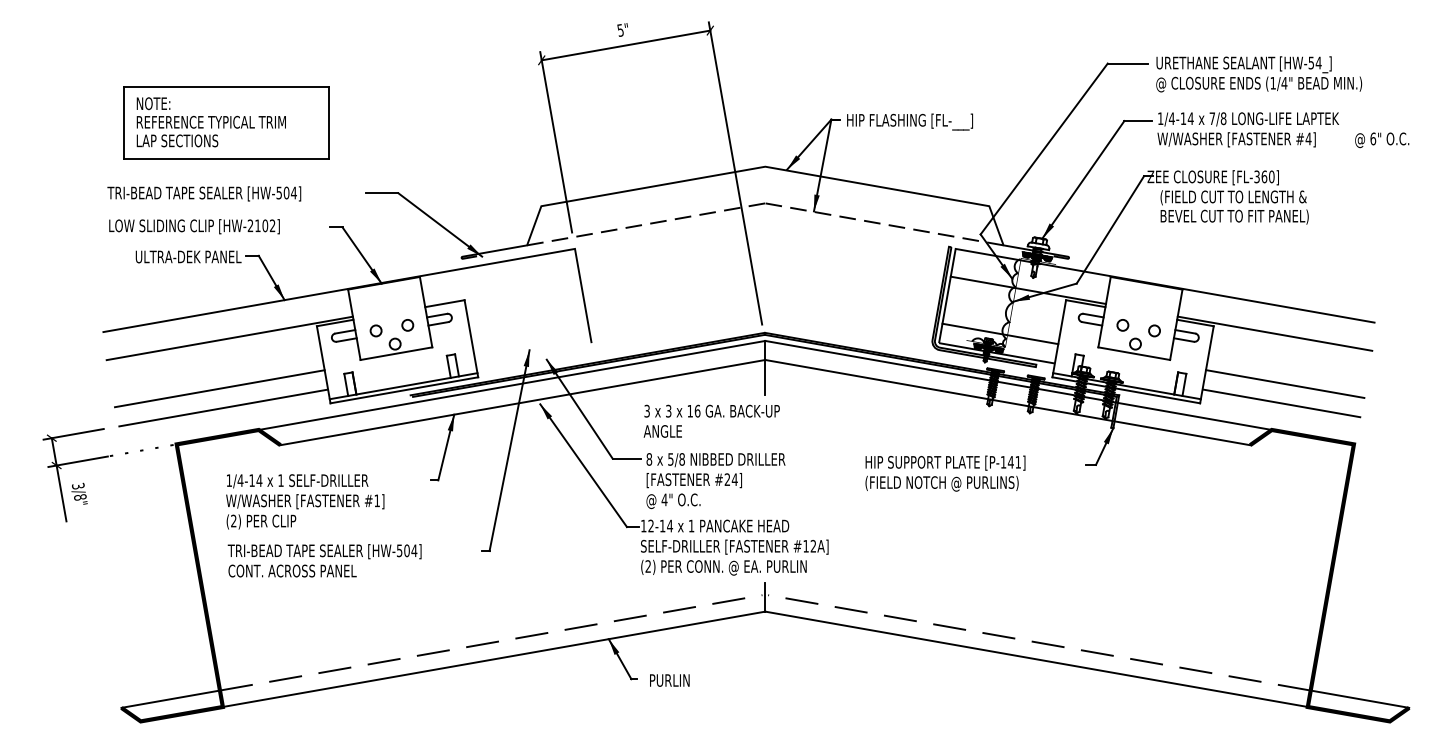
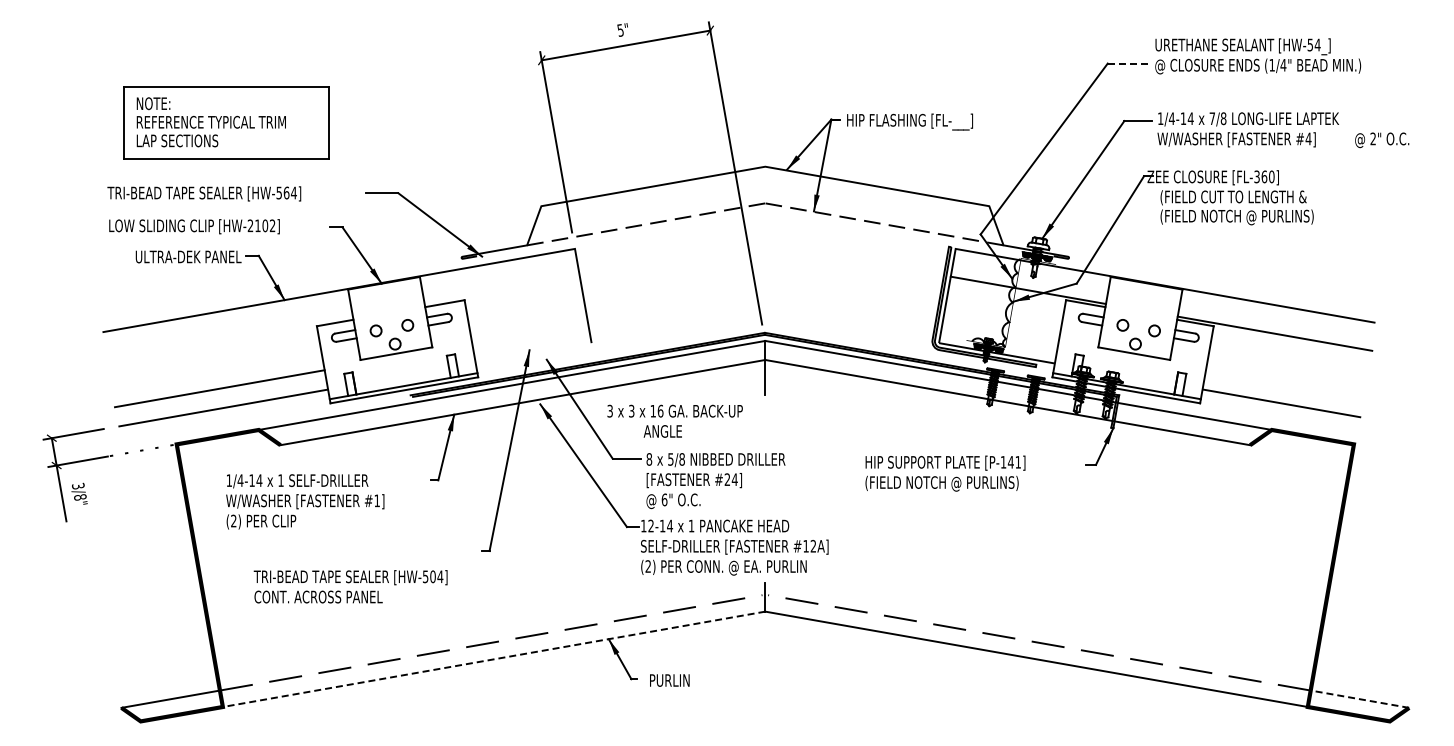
line at (1128, 63): solid -> dashed
text at (1259, 74) position: (1259, 74) -> (1258, 56)
text at (1373, 138): 6" -> 2"
text at (286, 192): [HW-504] -> [HW-564]
text at (1236, 217): BEVEL CUT TO FIT PANEL) -> (FIELD NOTCH @ PURLINS)
line at (1000, 333): present -> none
line at (229, 338): present -> none
line at (1285, 383): present -> none
text at (711, 410) position: (711, 410) -> (674, 410)
text at (664, 499): 4" -> 6"
text at (324, 560) position: (324, 560) -> (350, 586)
line at (493, 659): solid -> dashed
line at (1359, 699): solid -> dashed
